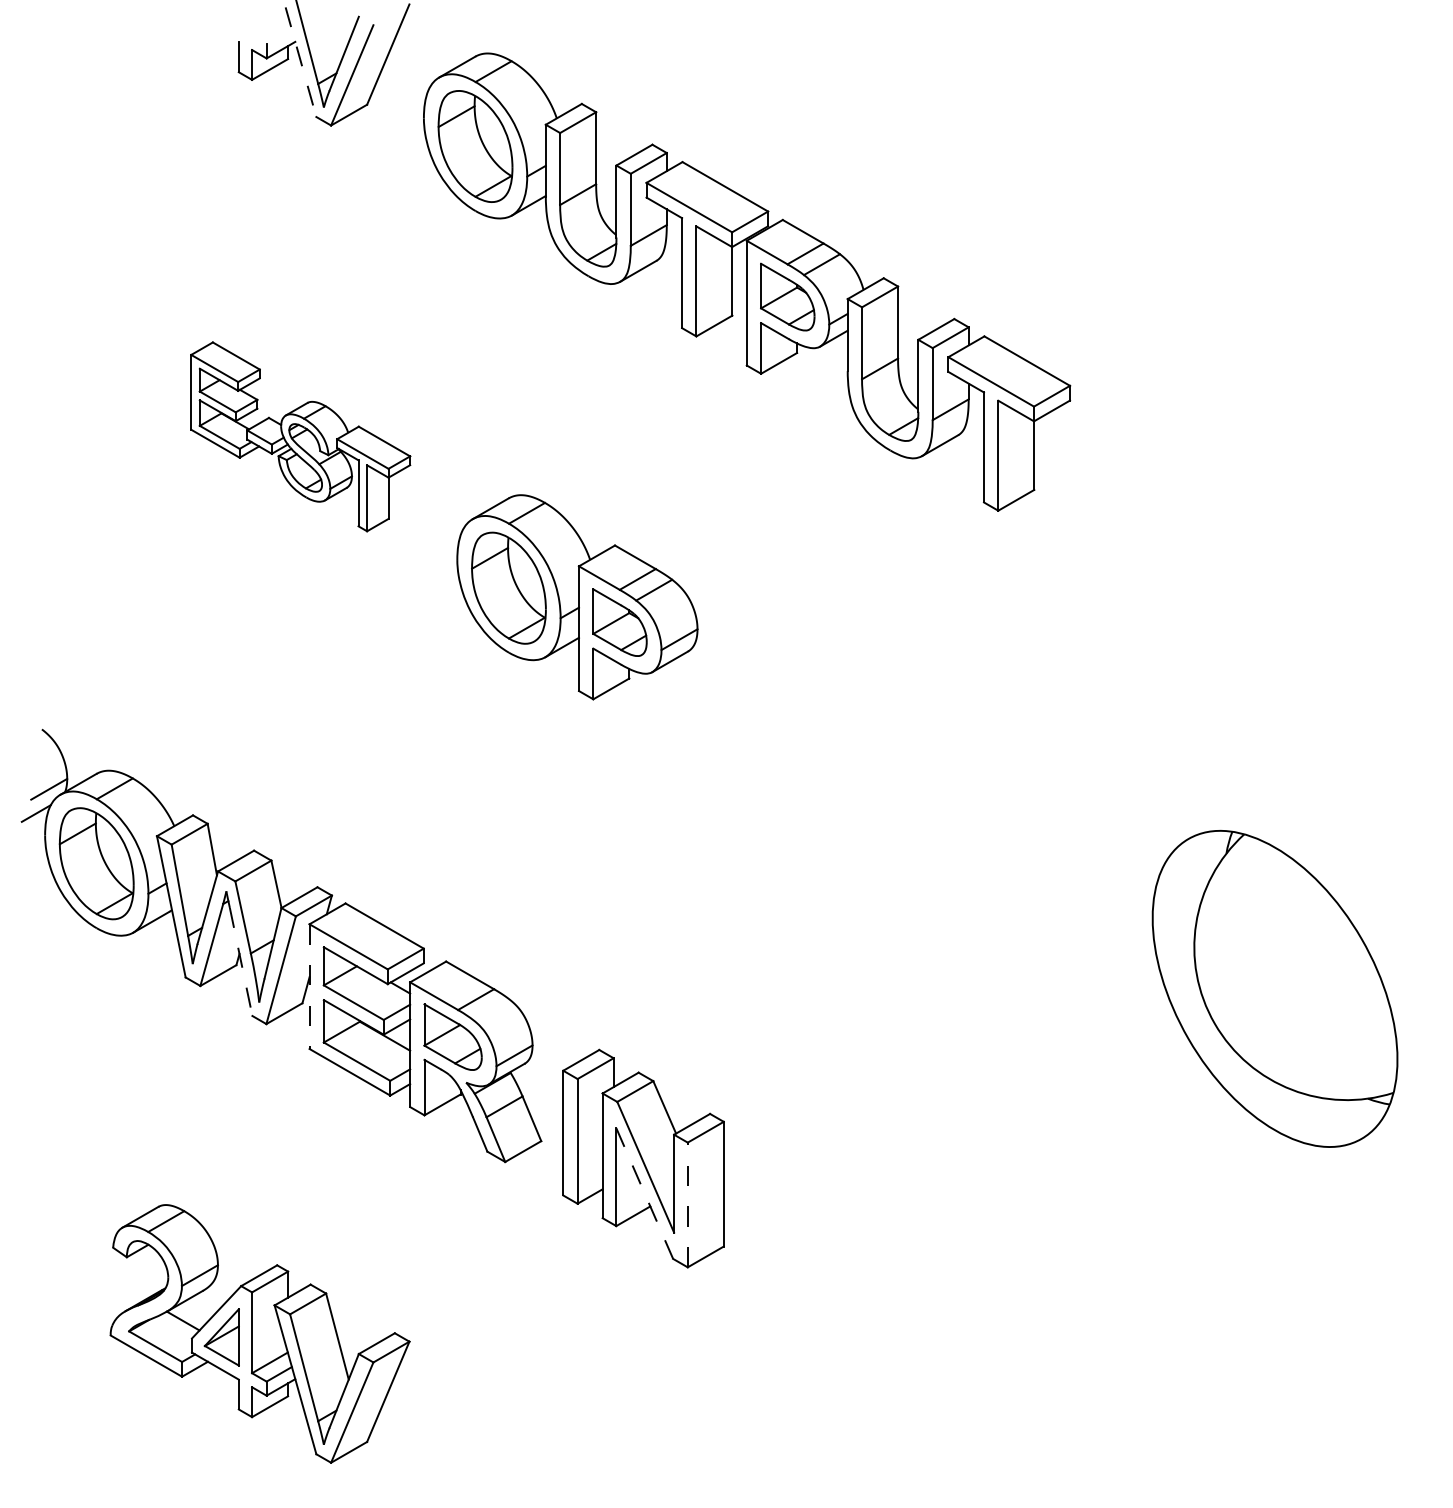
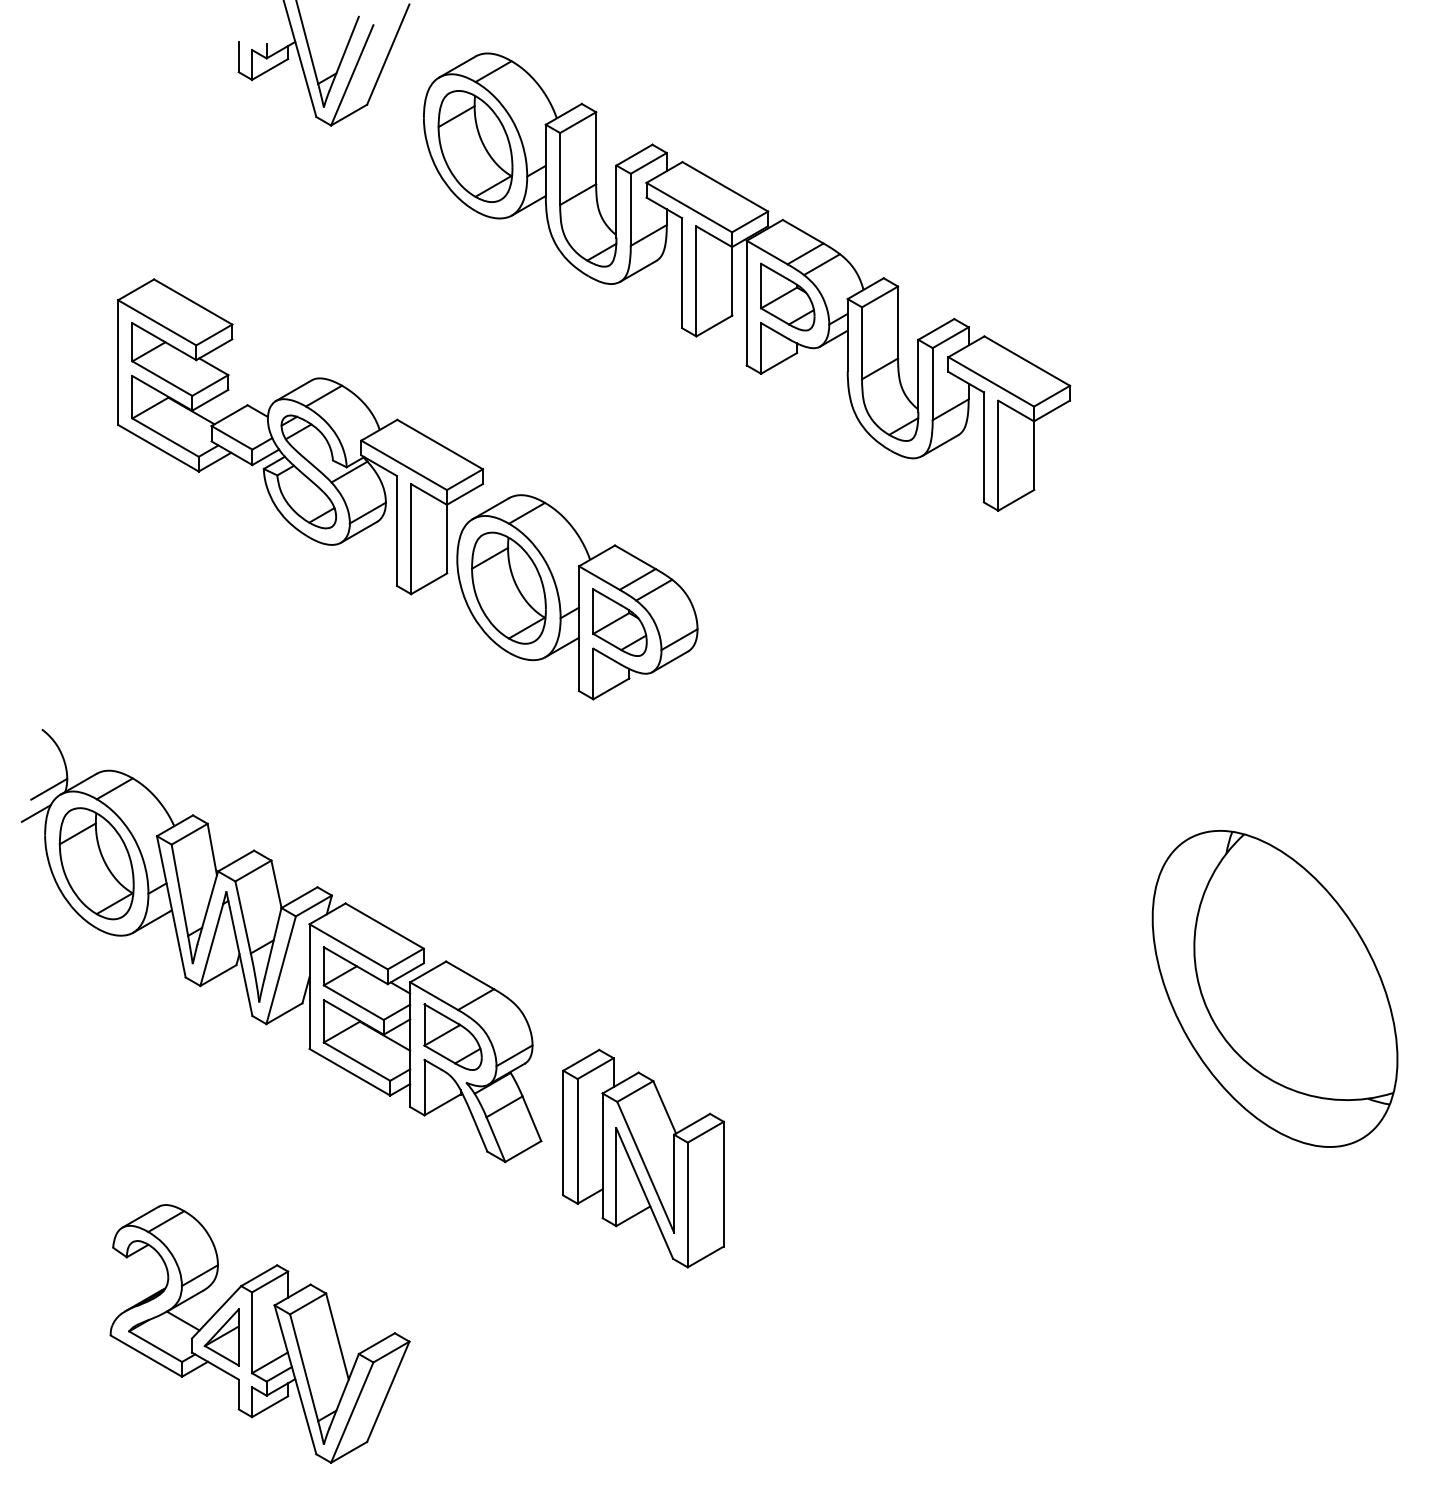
line at (300, 59): dashed -> solid
part at (300, 436) size: 222x192 px -> 368x318 px
line at (241, 962): dashed -> solid
line at (309, 987): dashed -> solid
line at (644, 1193): dashed -> solid
line at (687, 1204): dashed -> solid
